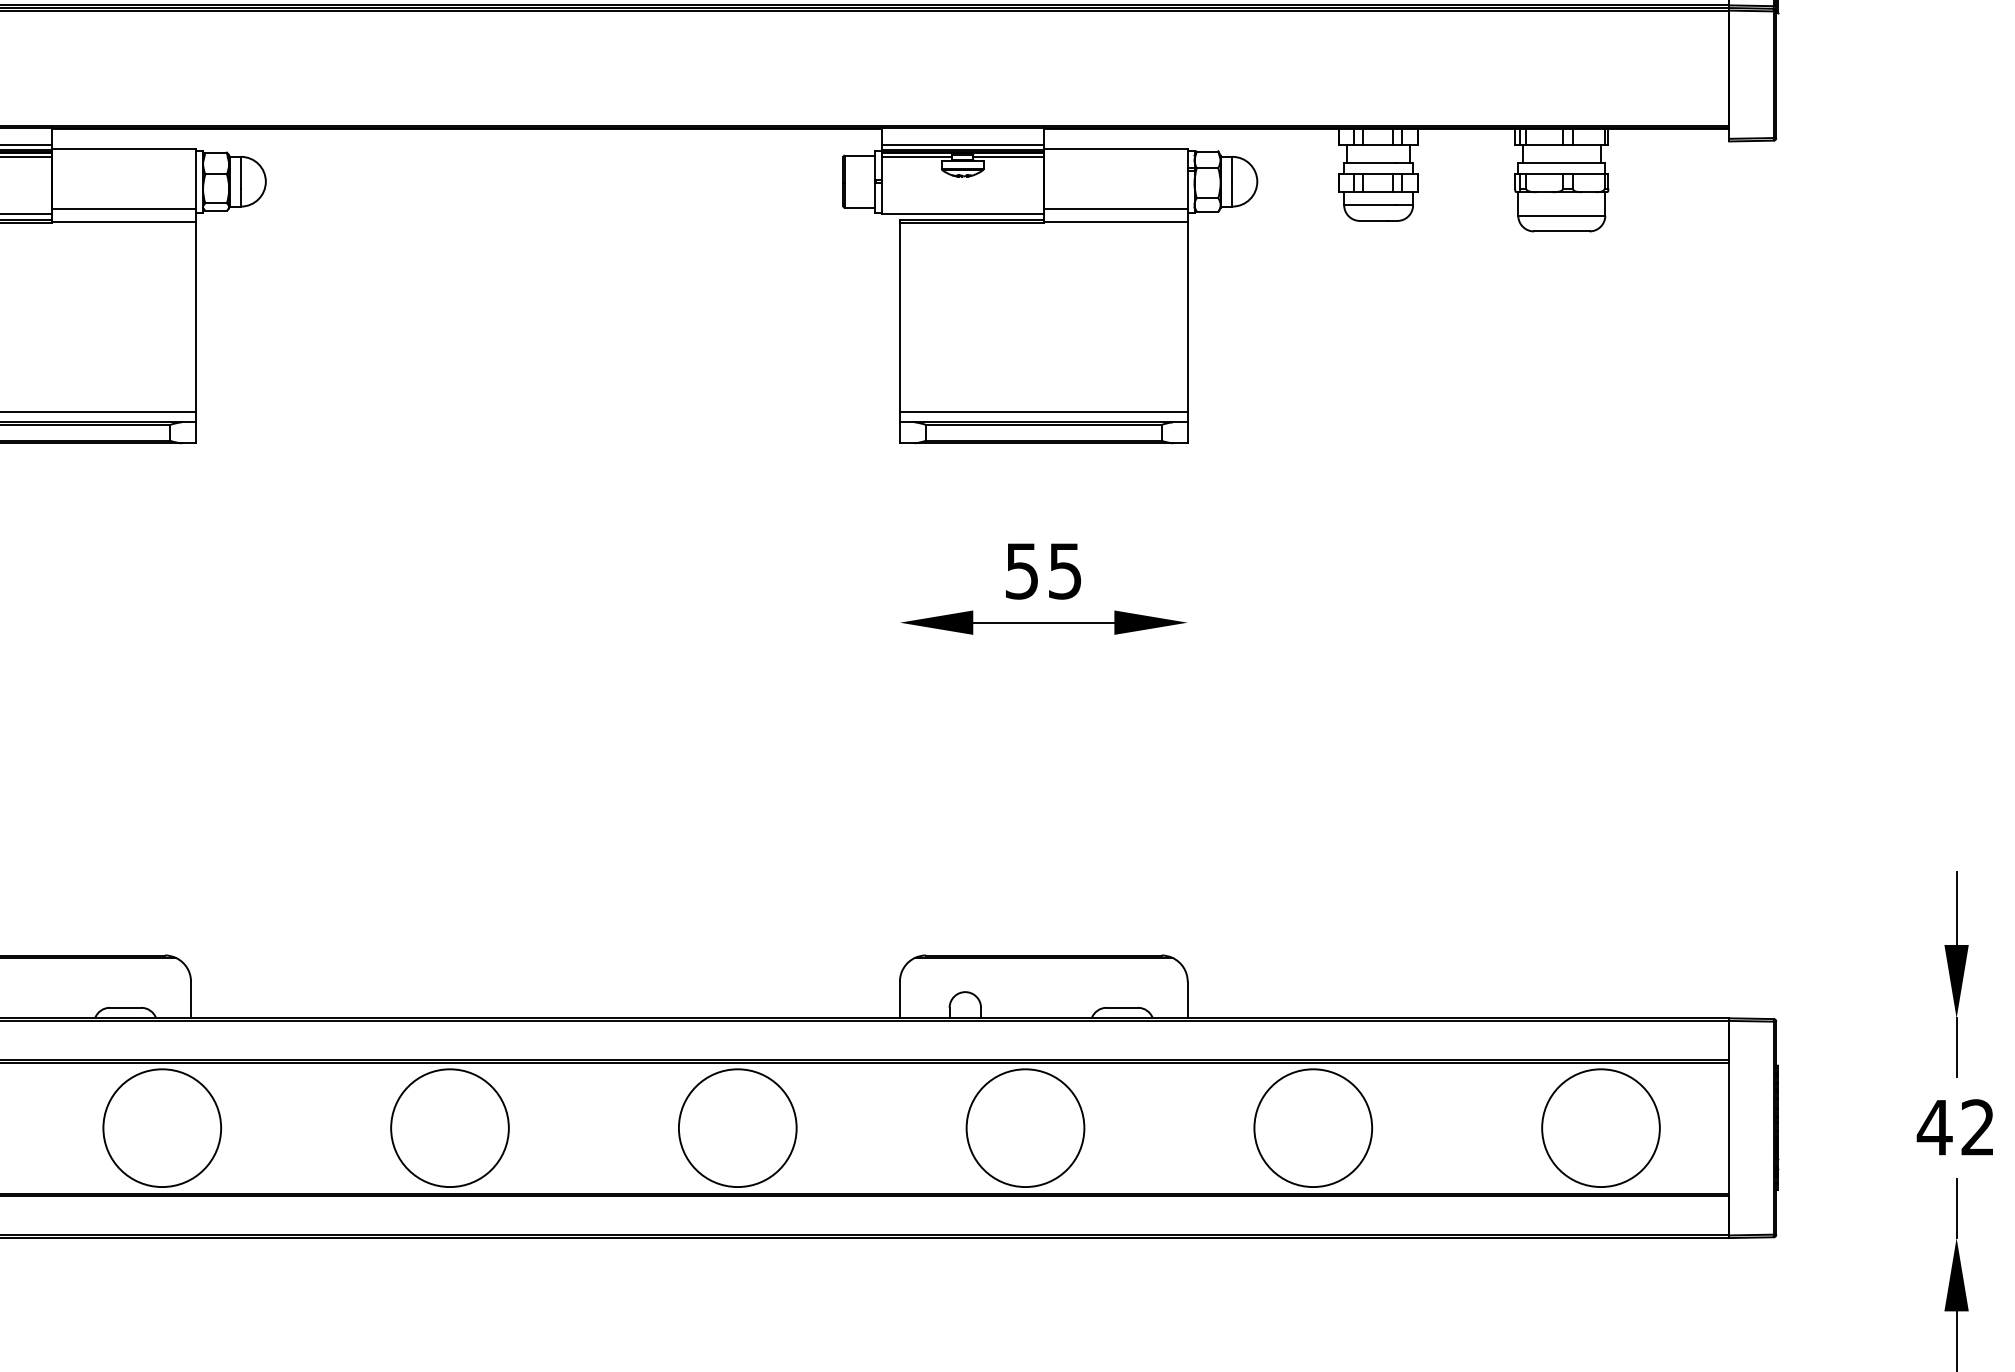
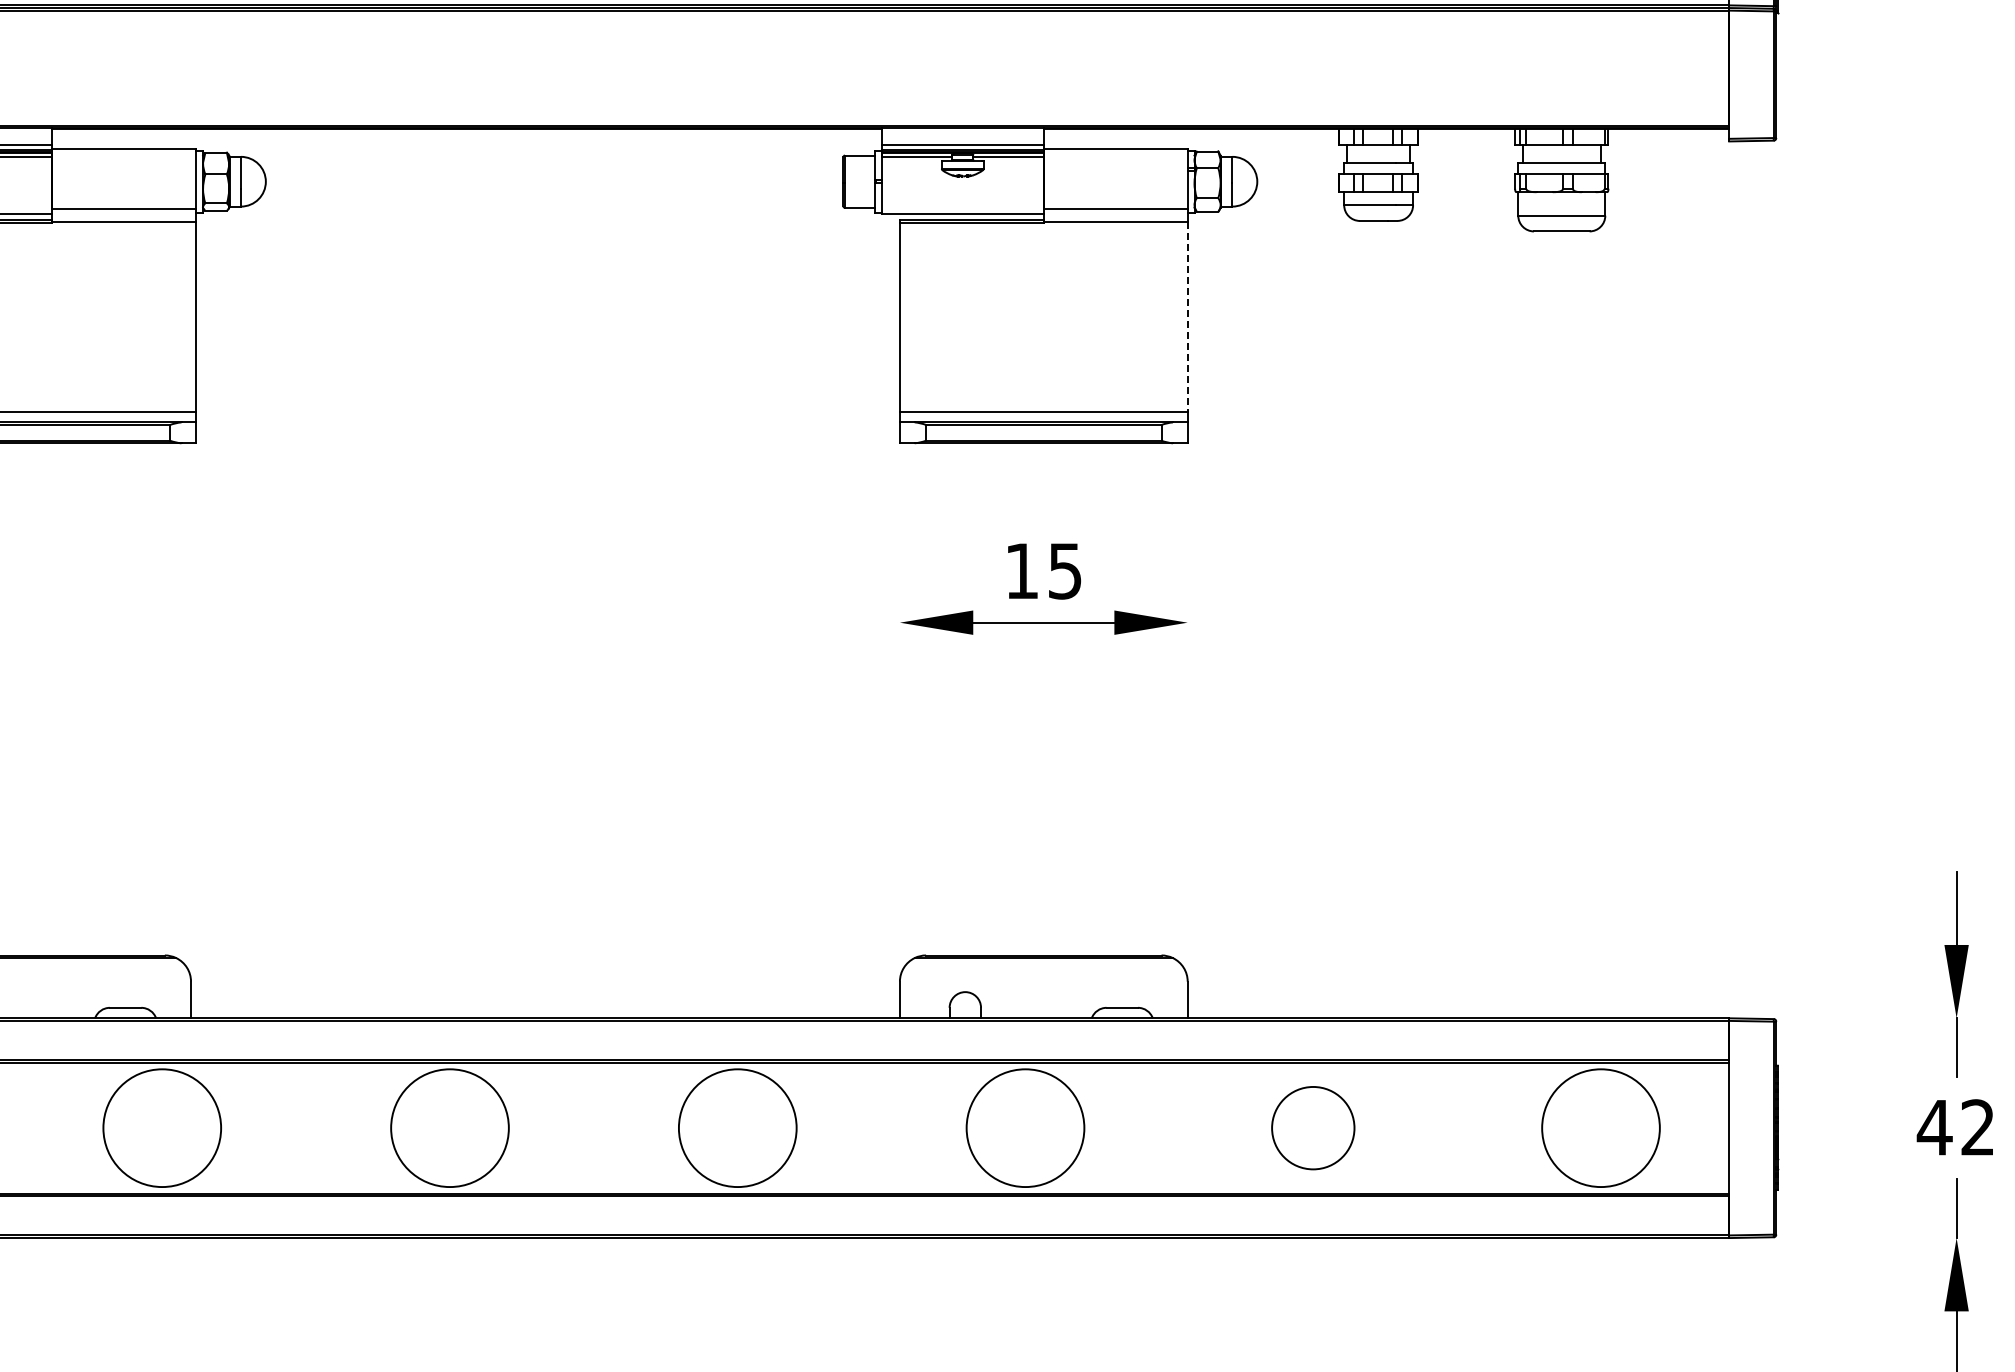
line at (1187, 317): solid -> dashed
text at (1021, 571): 55 -> 15
circle at (1313, 1128) diameter: 118 px -> 82 px
